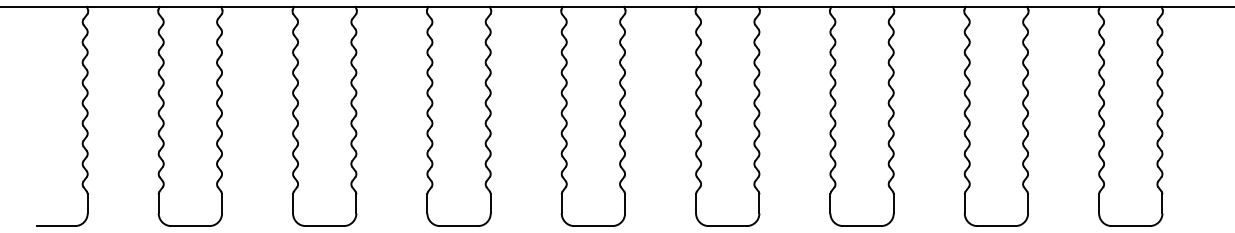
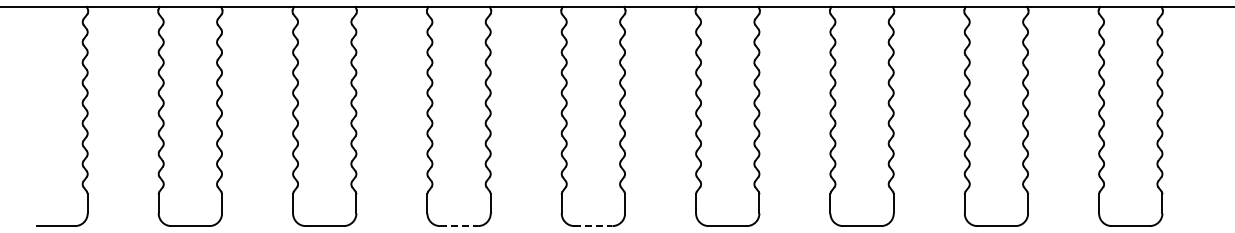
line at (459, 226): solid -> dashed
line at (593, 226): solid -> dashed
